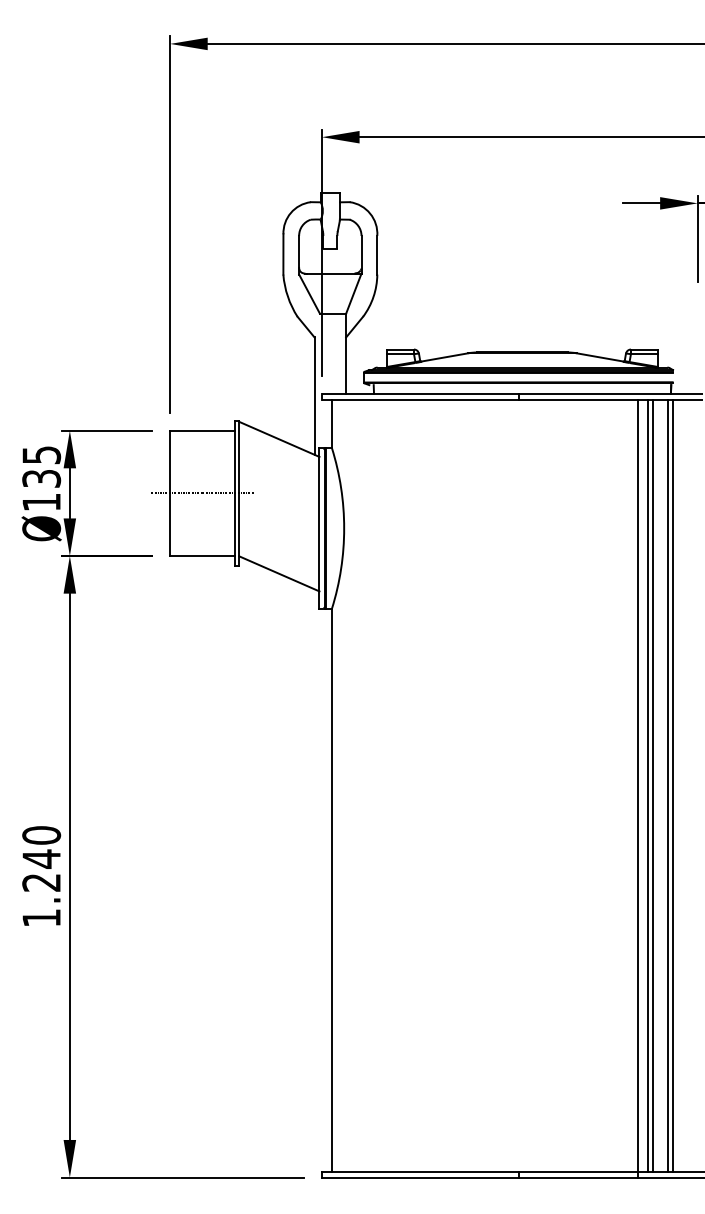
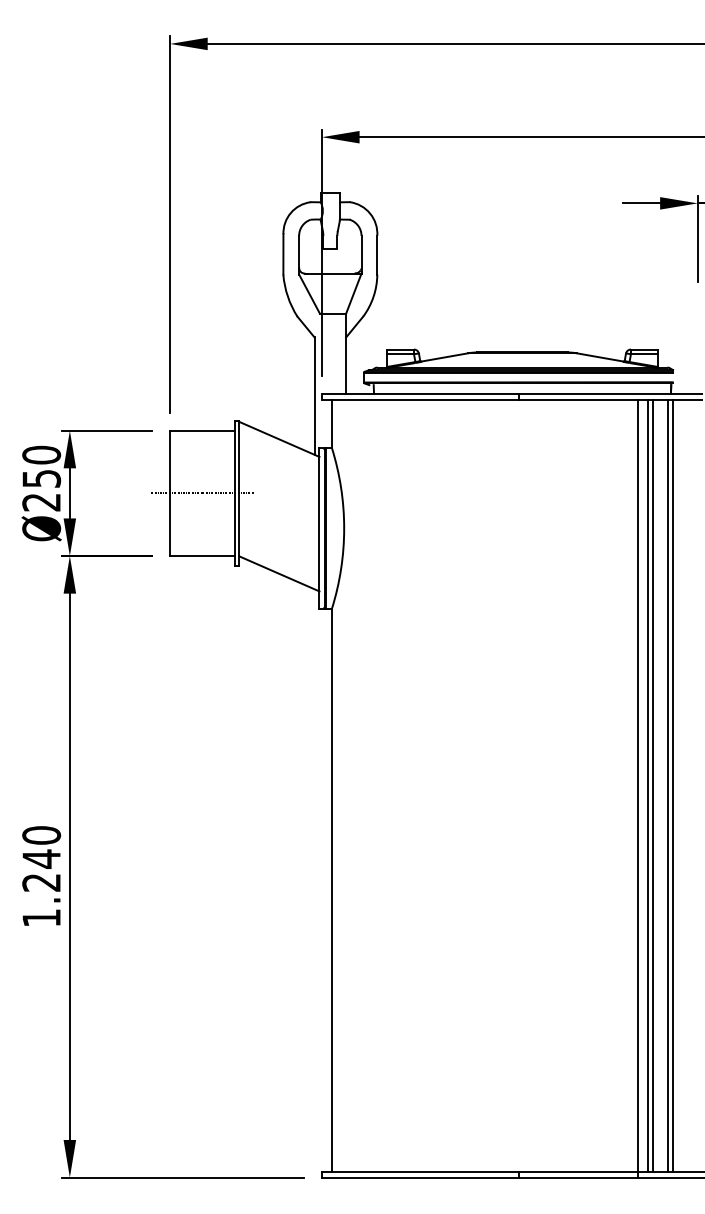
text at (41, 478): Ø135 -> Ø250
